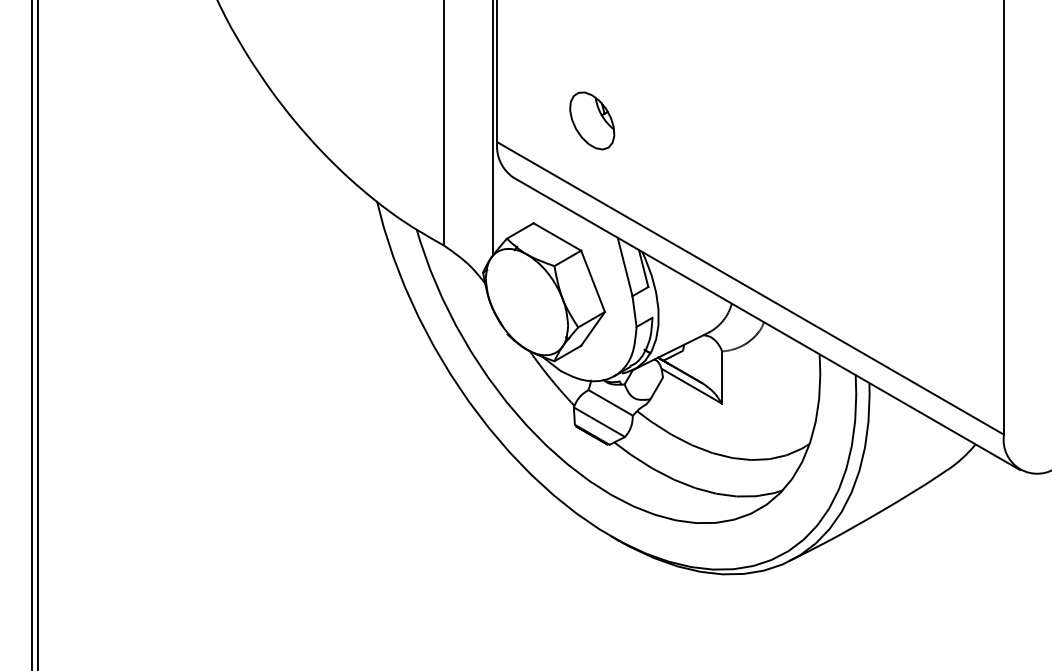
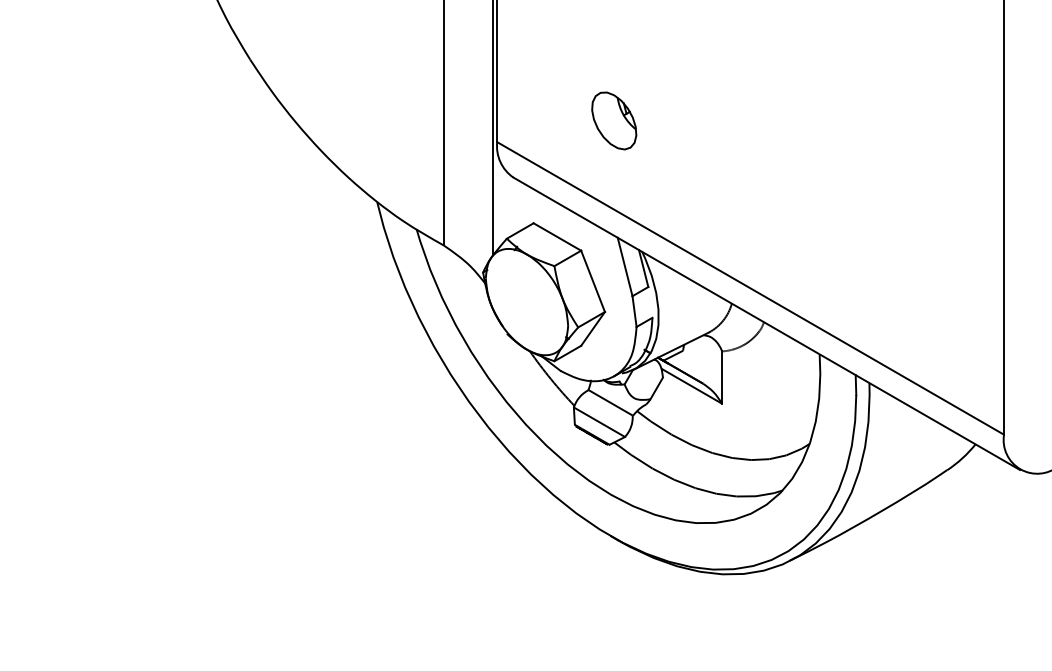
part at (592, 120) position: (592, 120) -> (614, 120)
line at (31, 334): present -> none
line at (38, 334): present -> none
